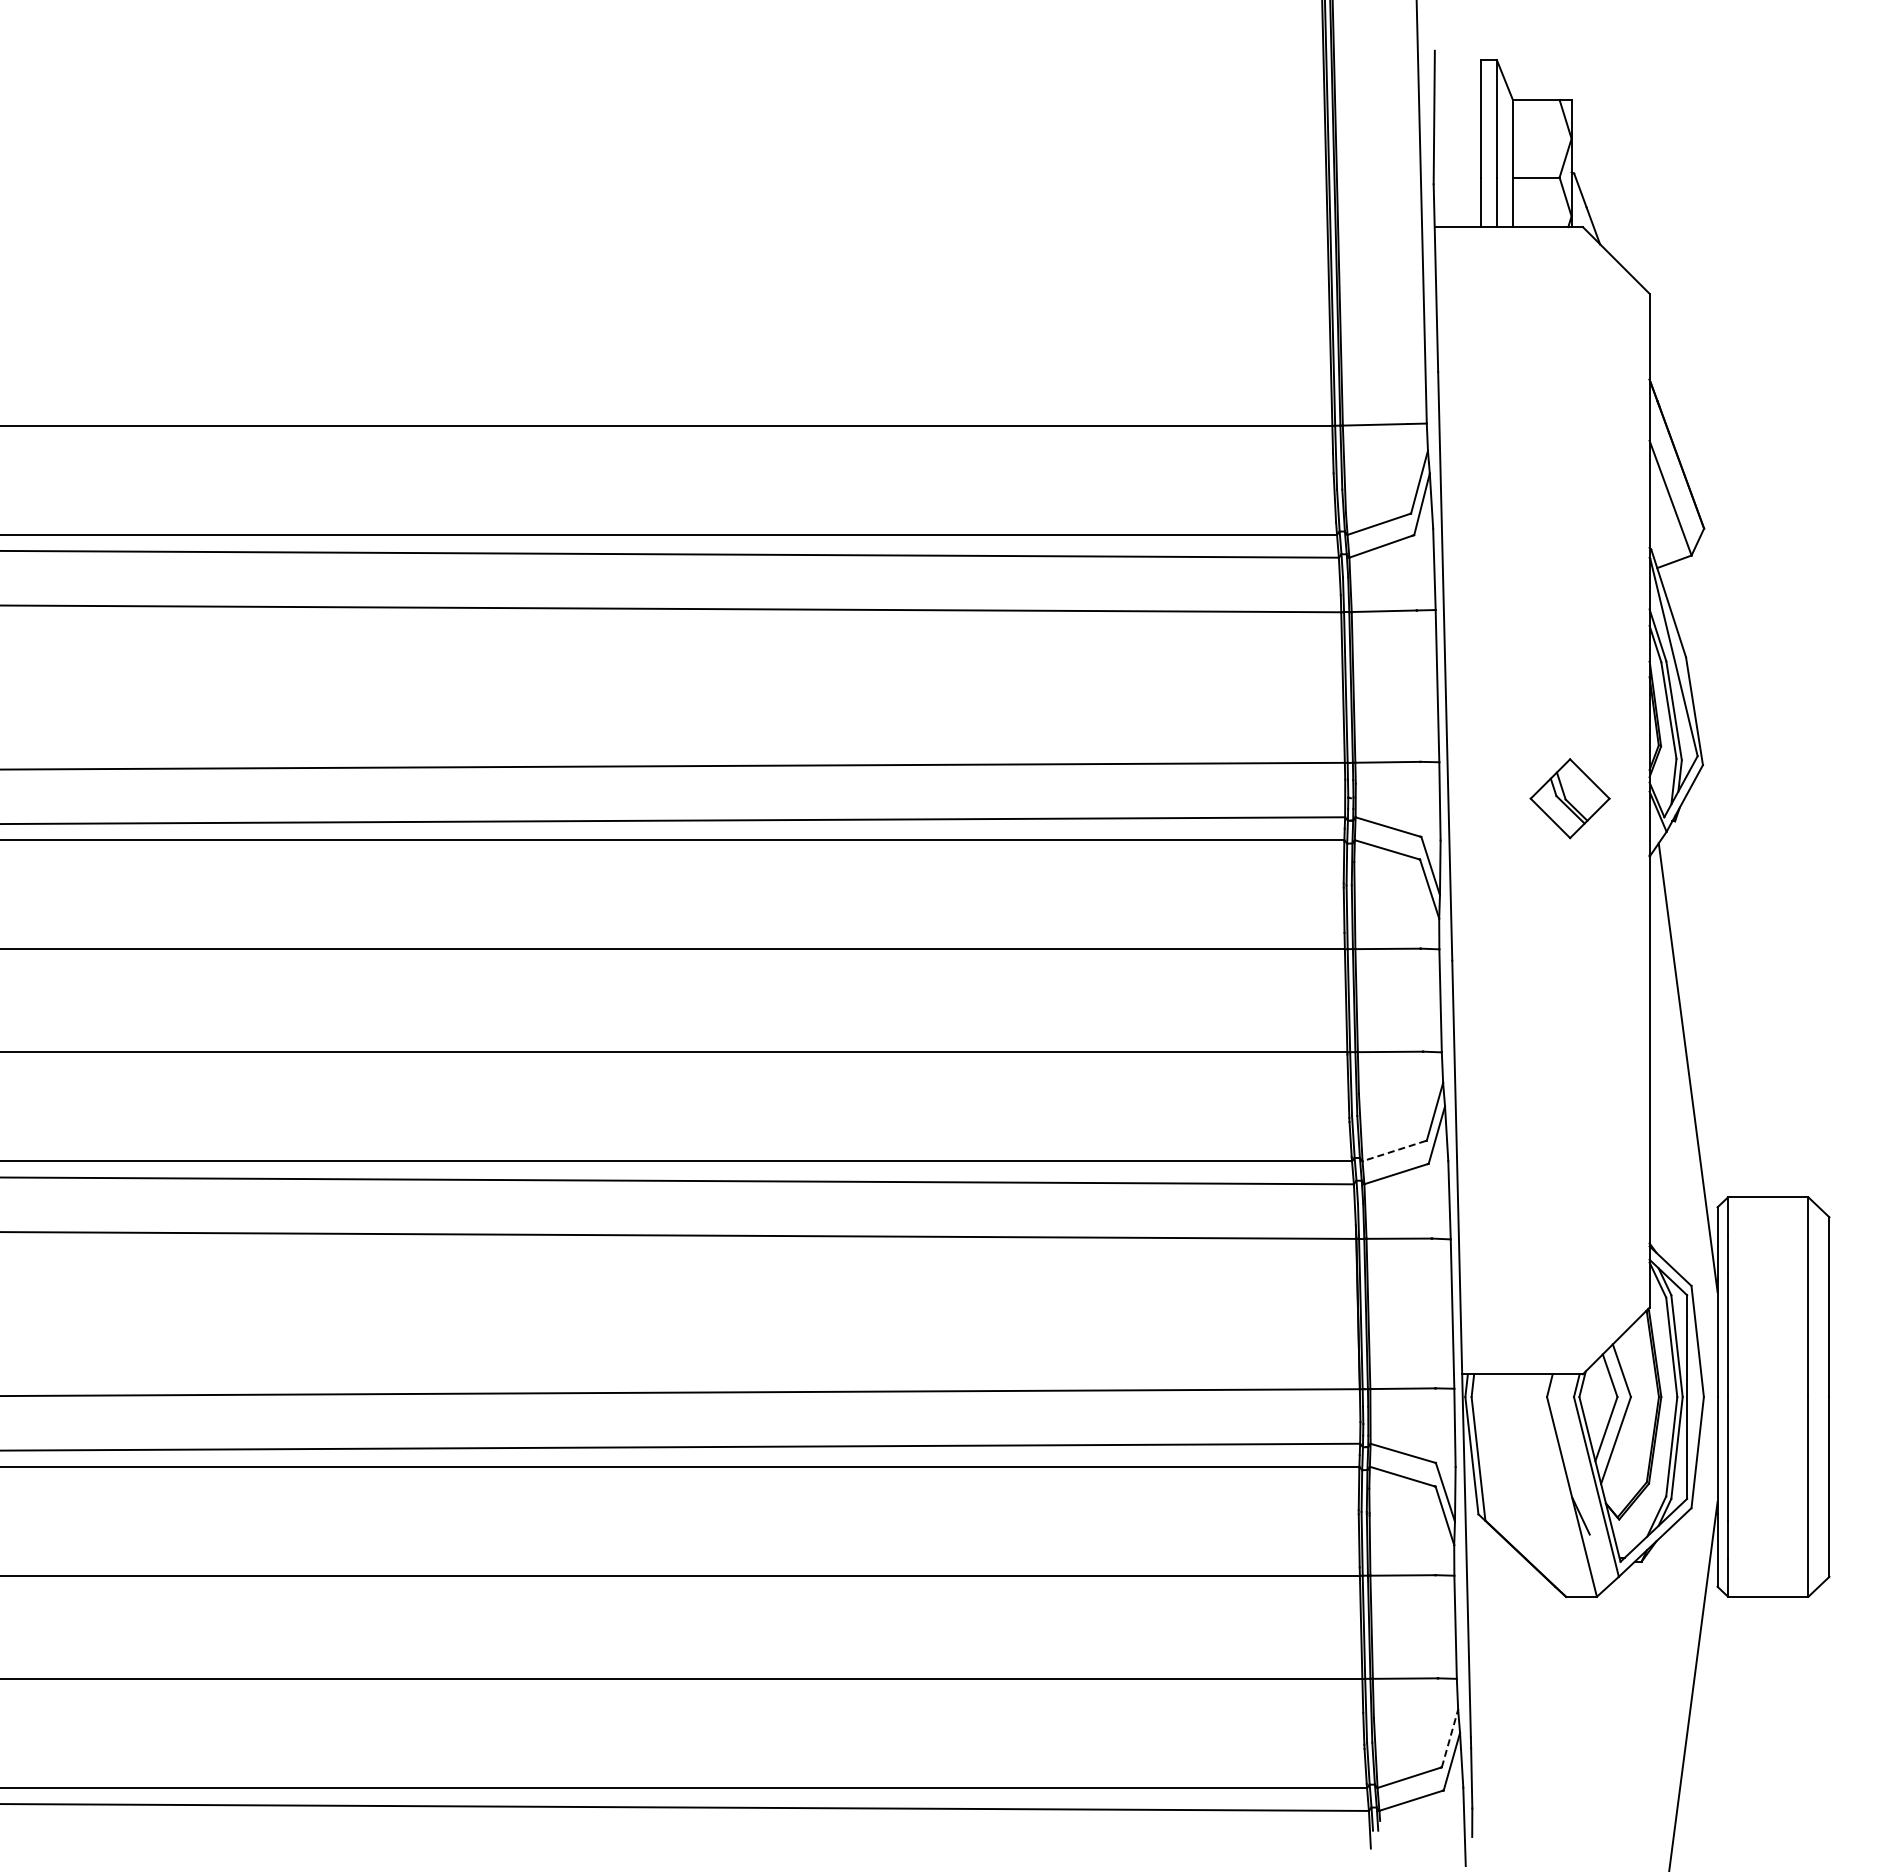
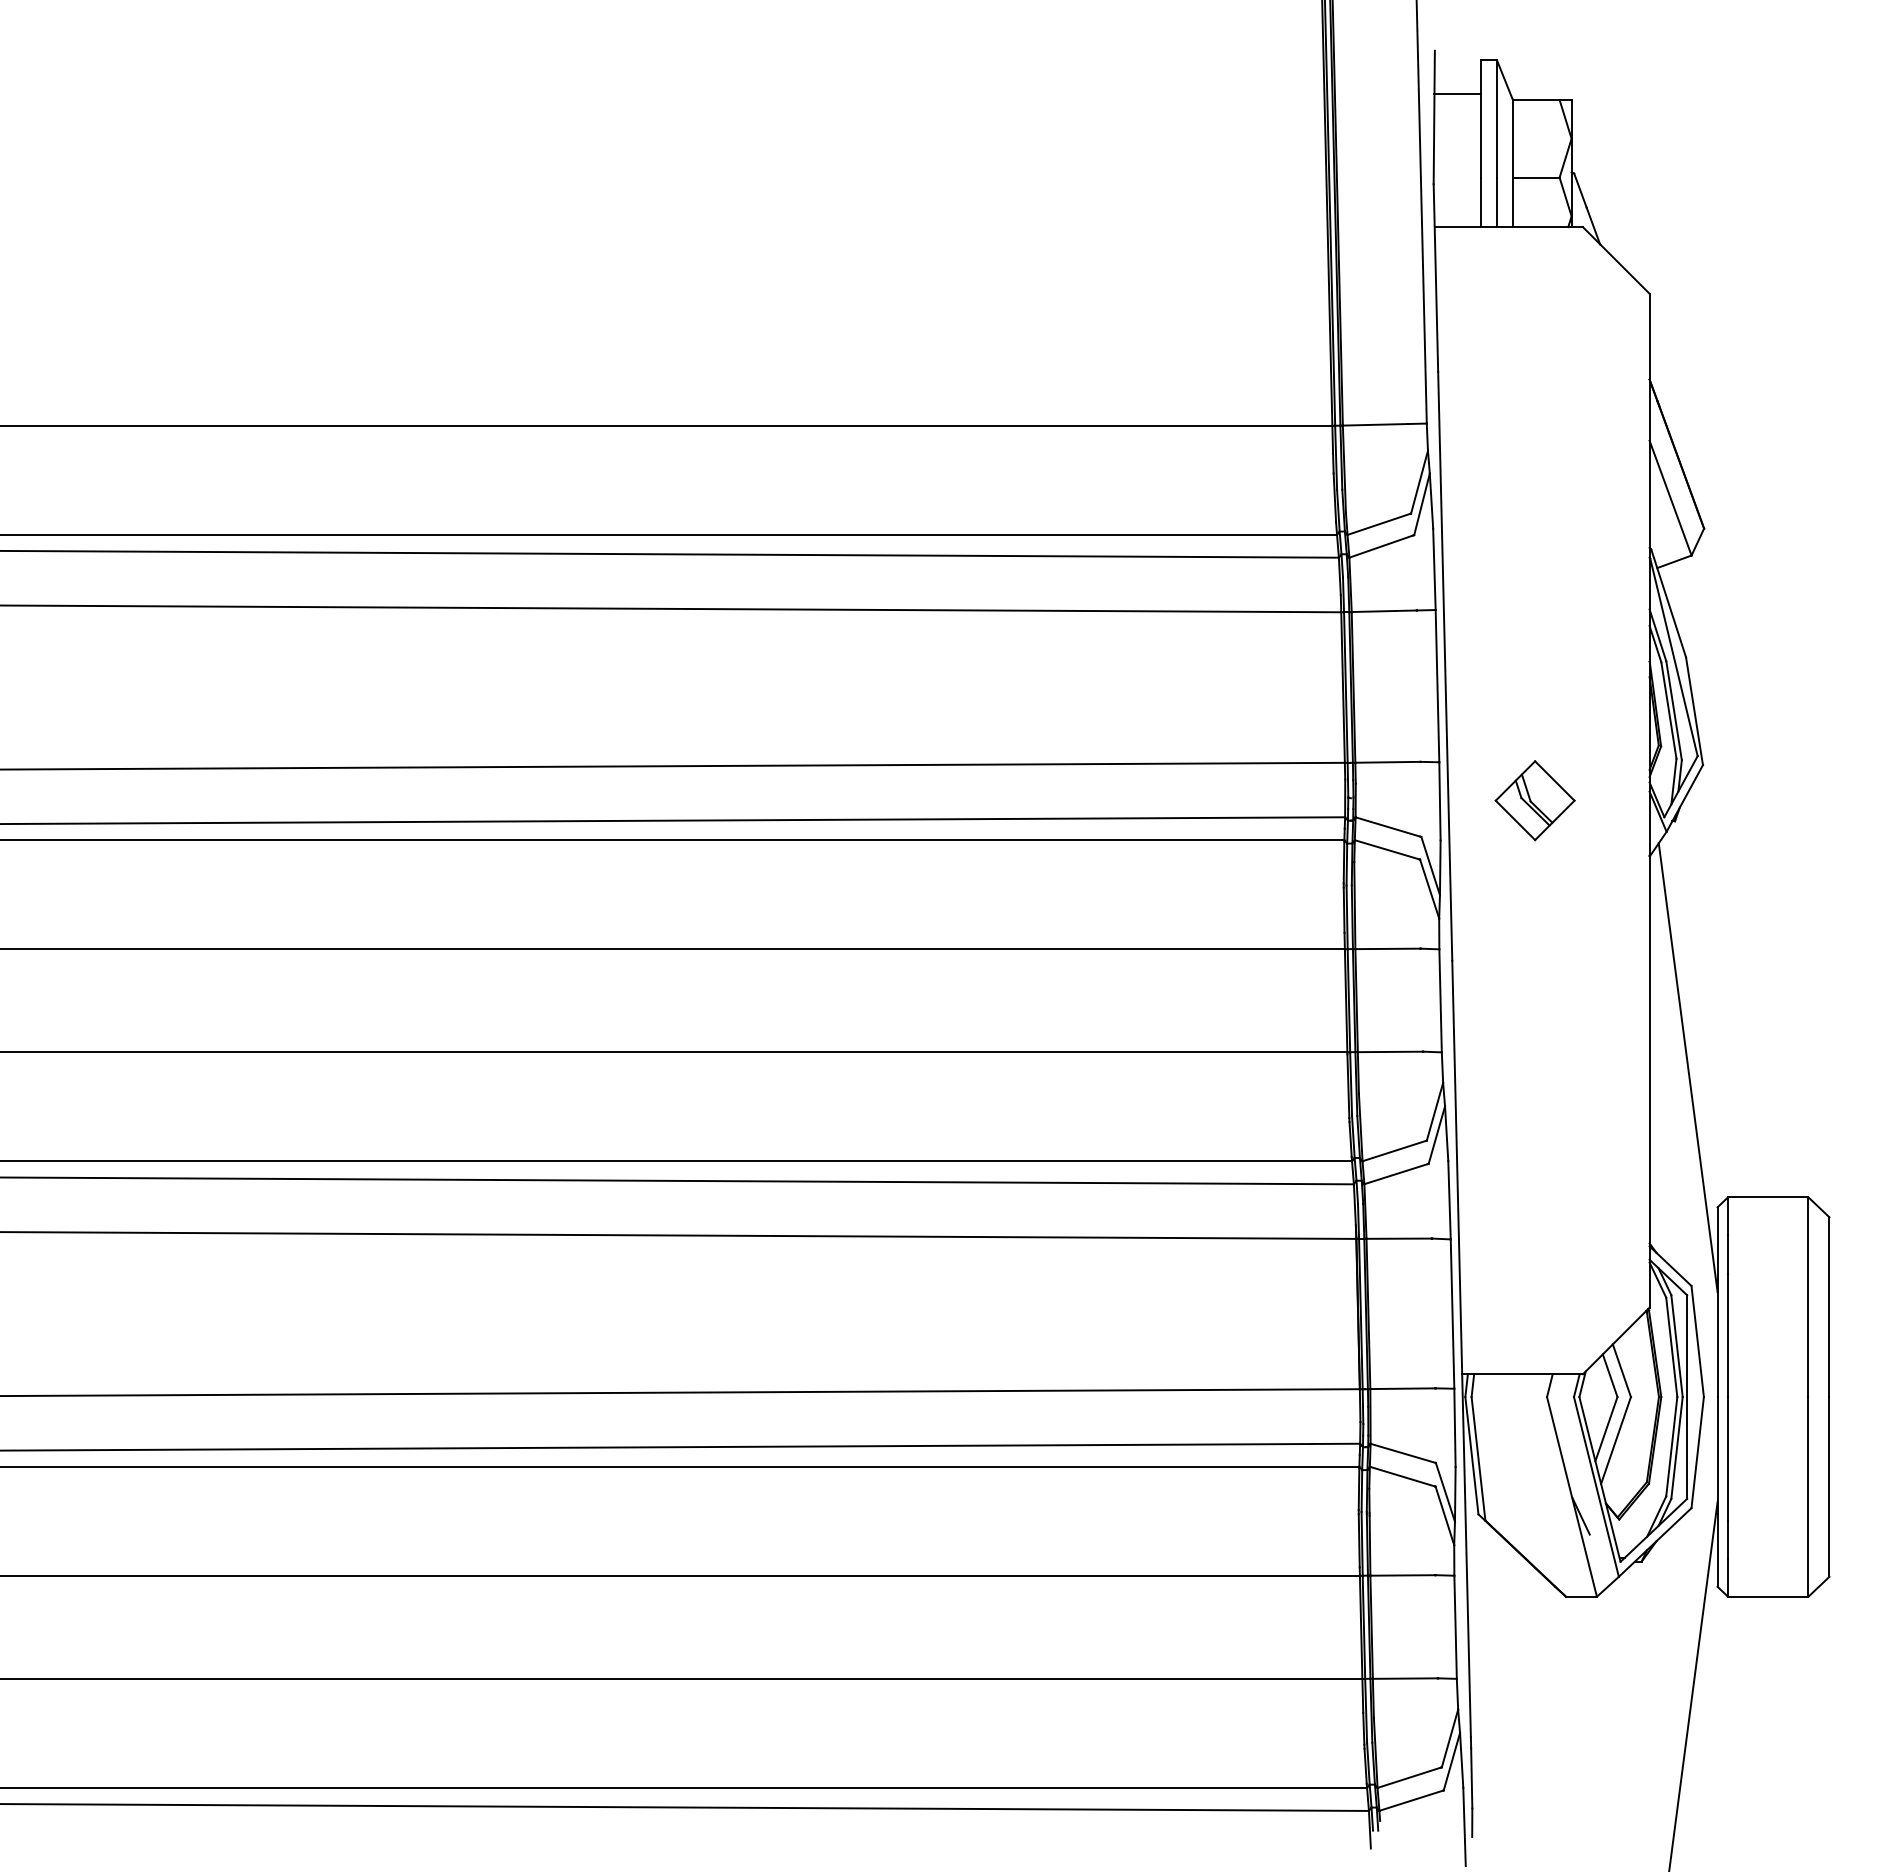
line at (1457, 94): none -> present
part at (1569, 798) position: (1569, 798) -> (1534, 800)
line at (1393, 1151): dashed -> solid
line at (1450, 1738): dashed -> solid
